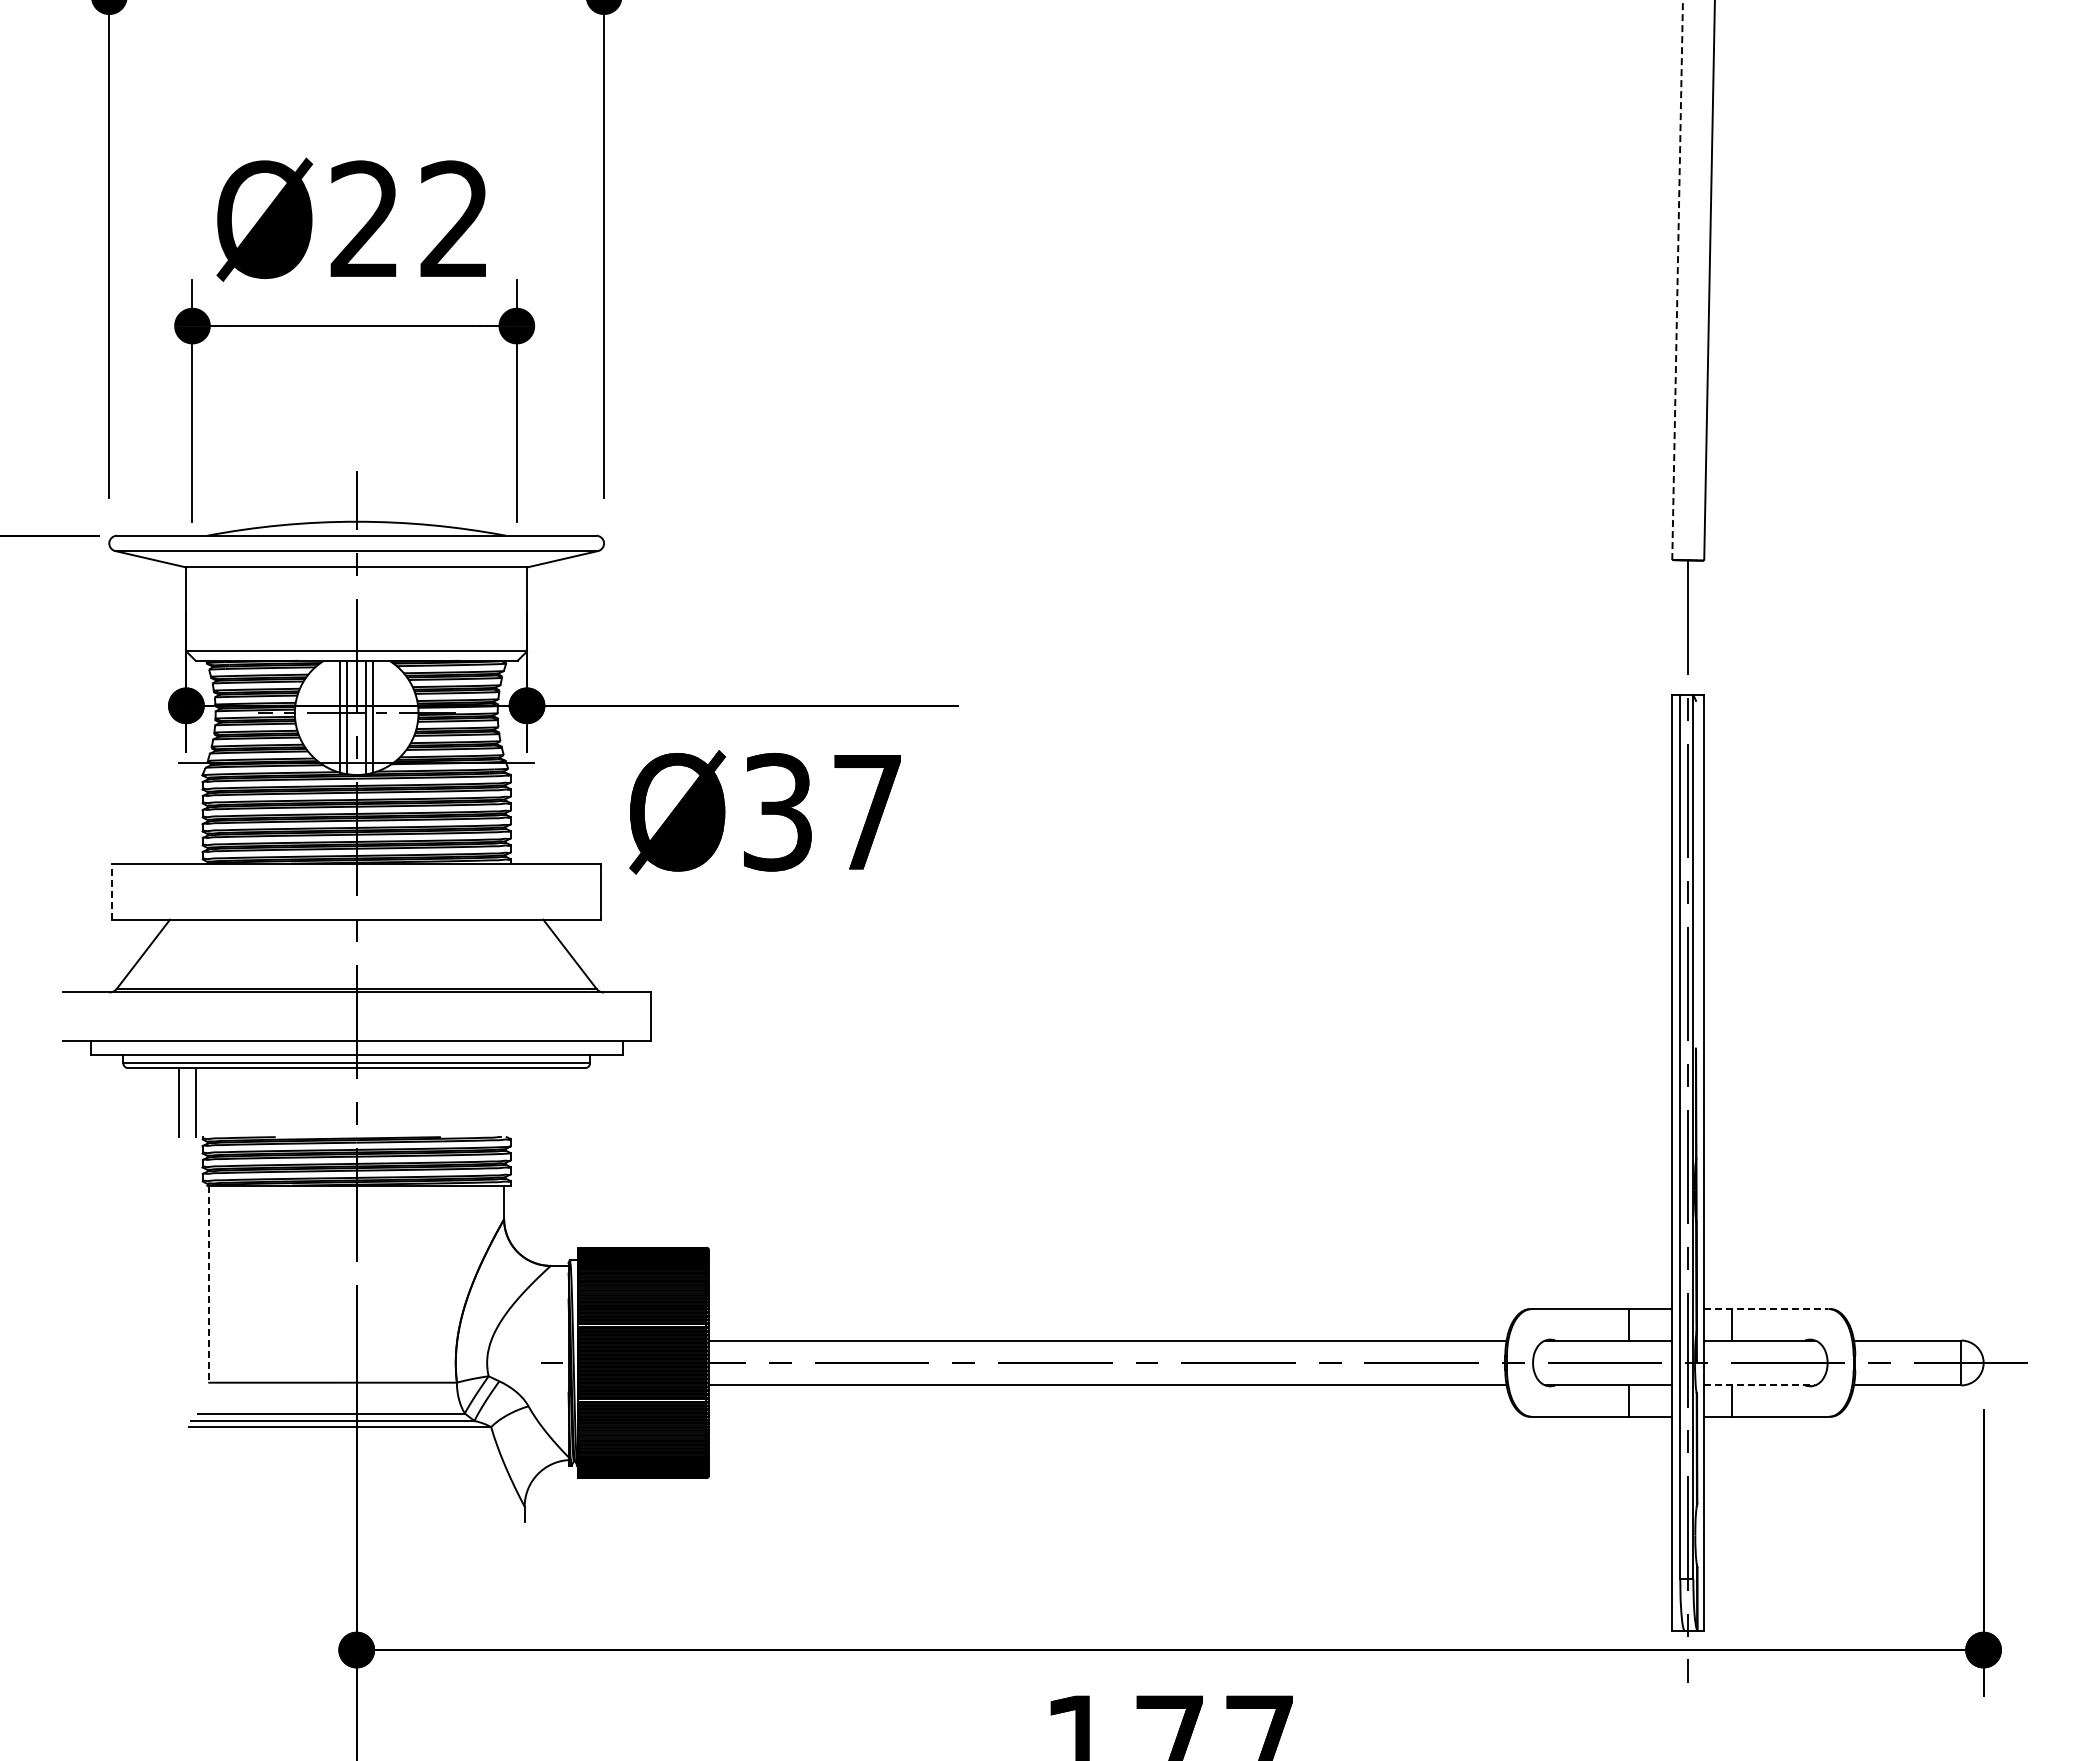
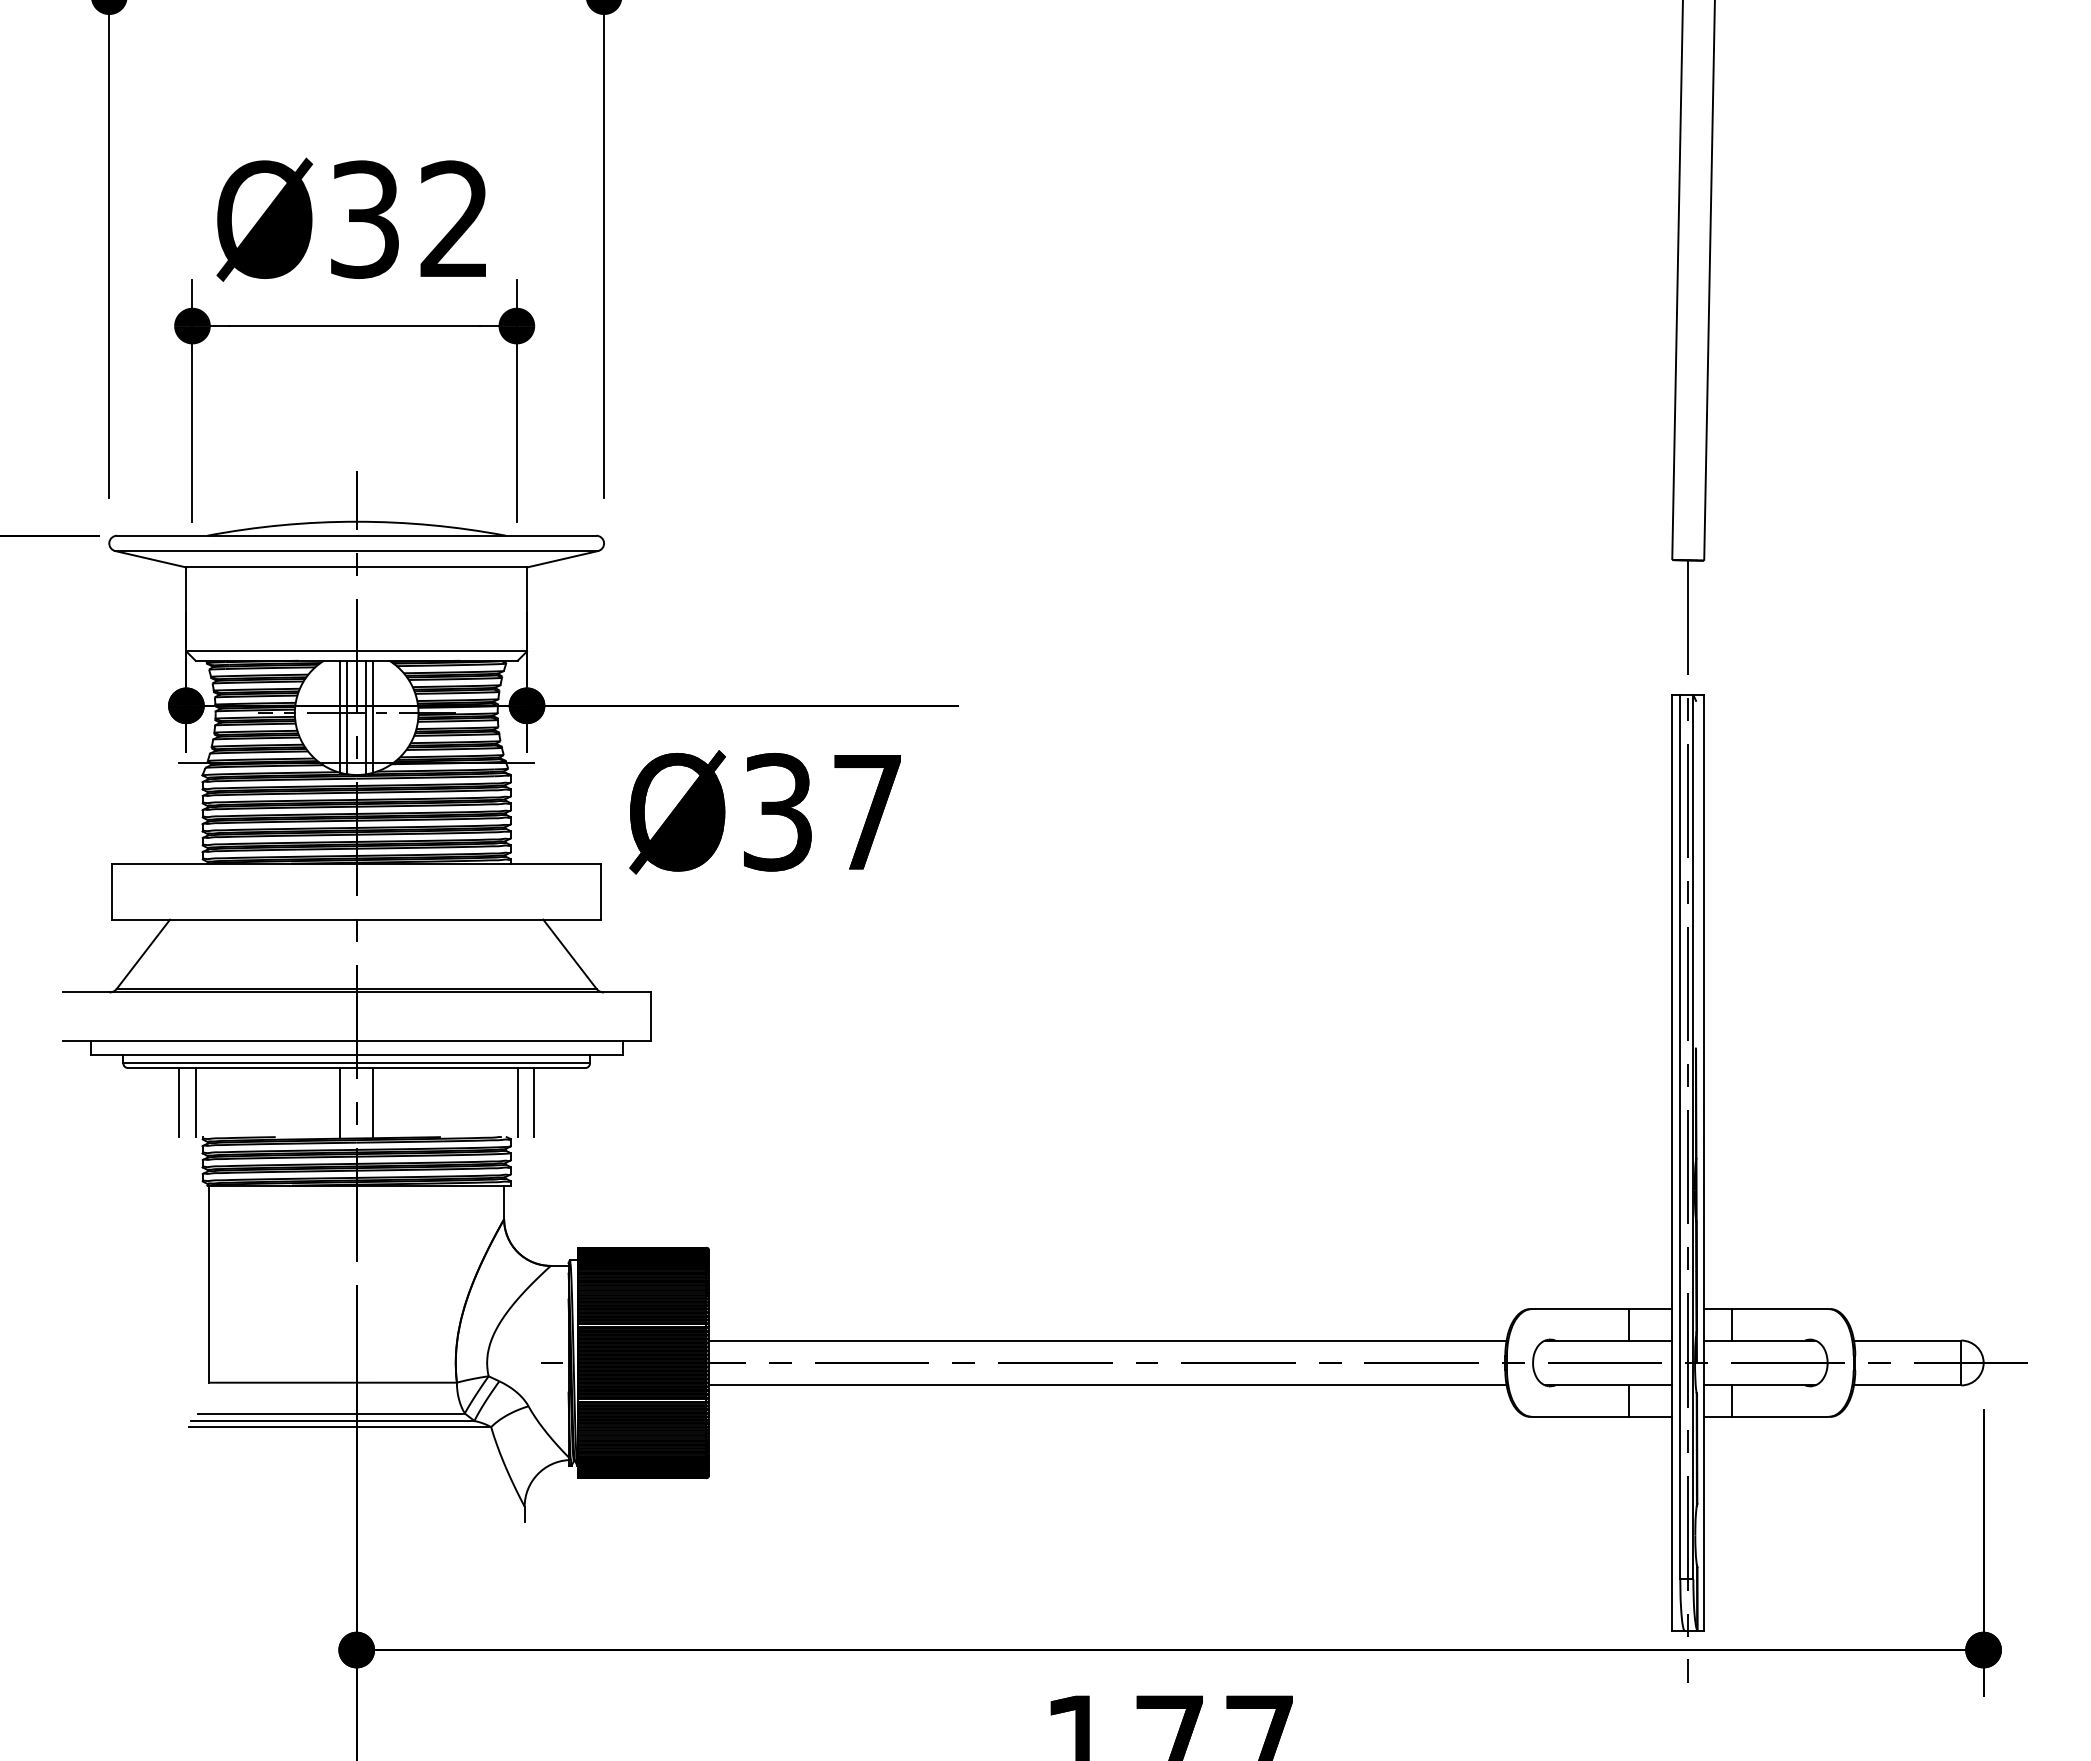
text at (364, 219): Ø22 -> Ø32
line at (1677, 280): dashed -> solid
line at (112, 891): dashed -> solid
line at (340, 1102): none -> present
line at (373, 1102): none -> present
line at (517, 1102): none -> present
line at (534, 1102): none -> present
line at (209, 1284): dashed -> solid
line at (1766, 1309): dashed -> solid
line at (1759, 1385): dashed -> solid
